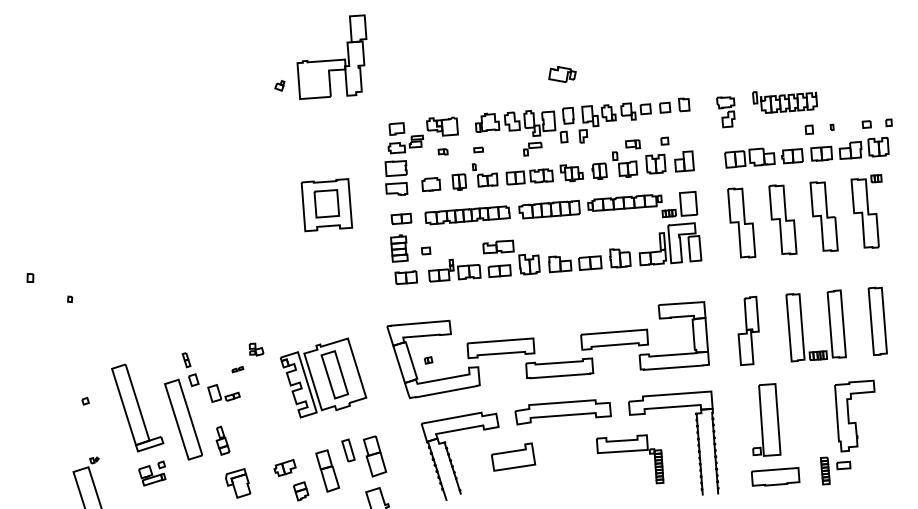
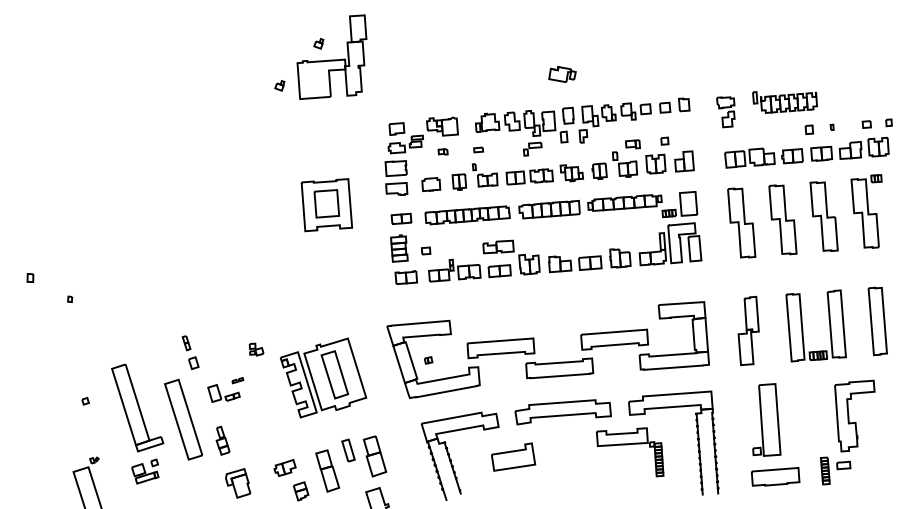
part at (318, 43): none -> present
part at (190, 369) position: (190, 369) -> (190, 352)
part at (237, 369) position: (237, 369) -> (237, 380)
part at (628, 452) position: (628, 452) -> (628, 445)
part at (152, 473) position: (152, 473) -> (145, 471)
